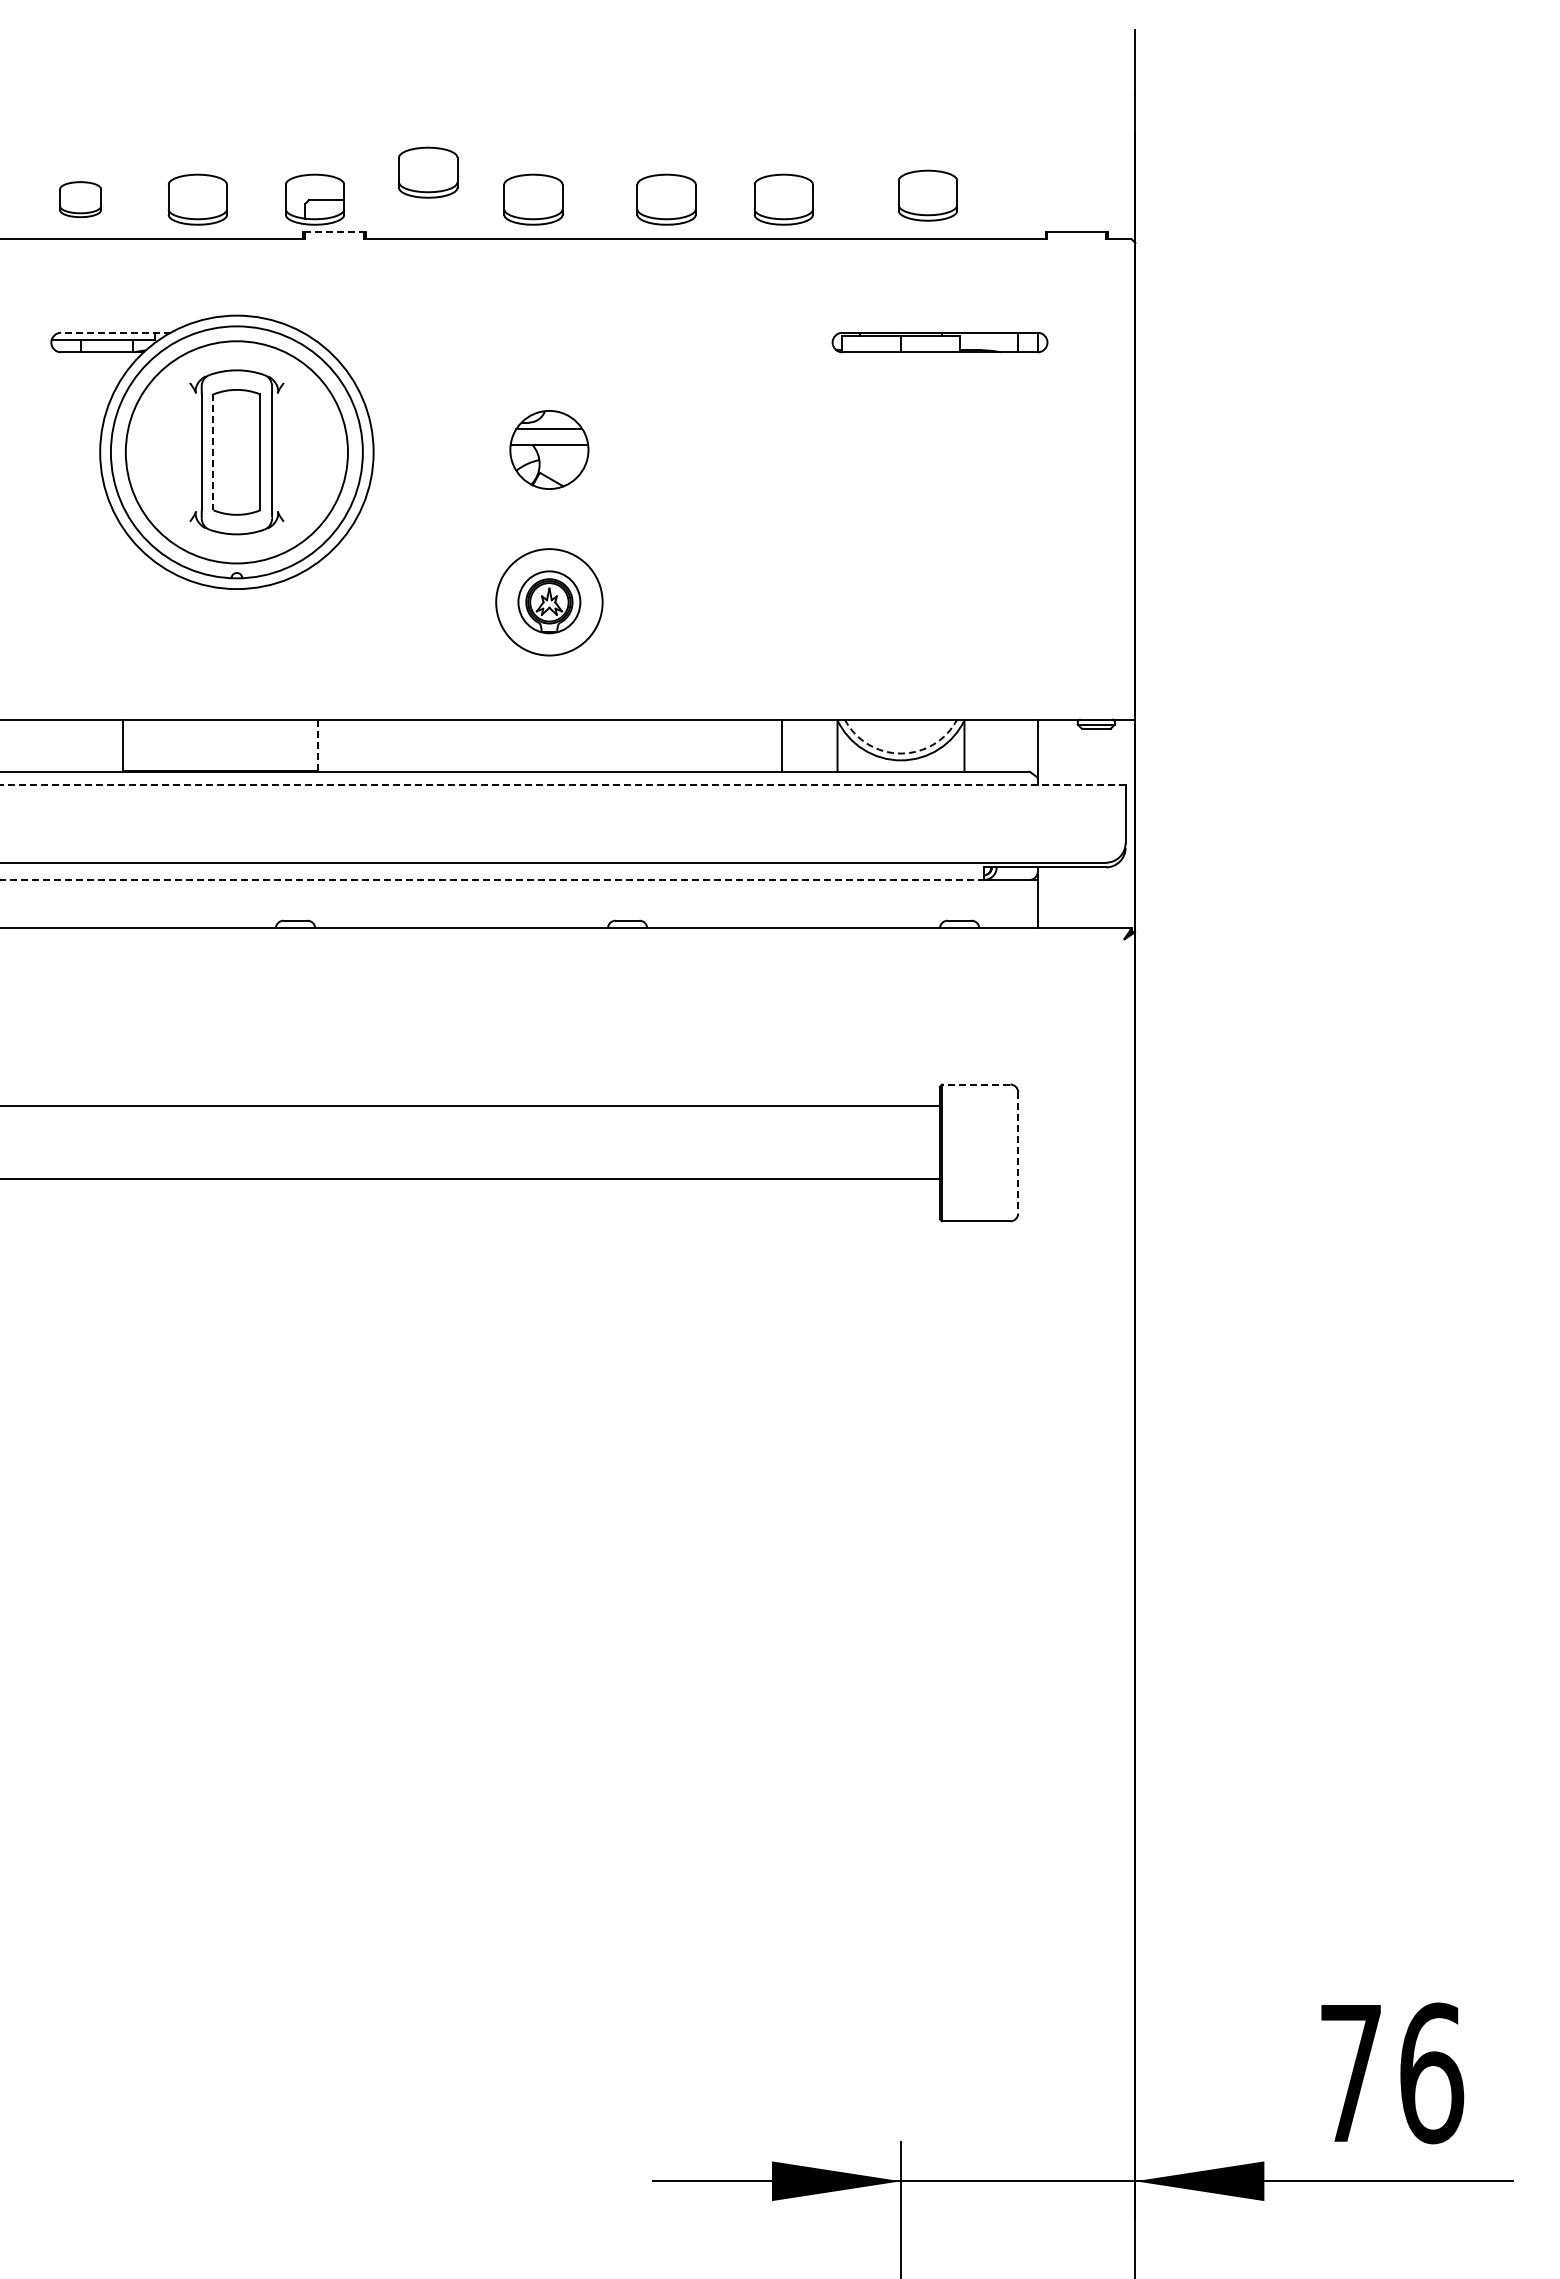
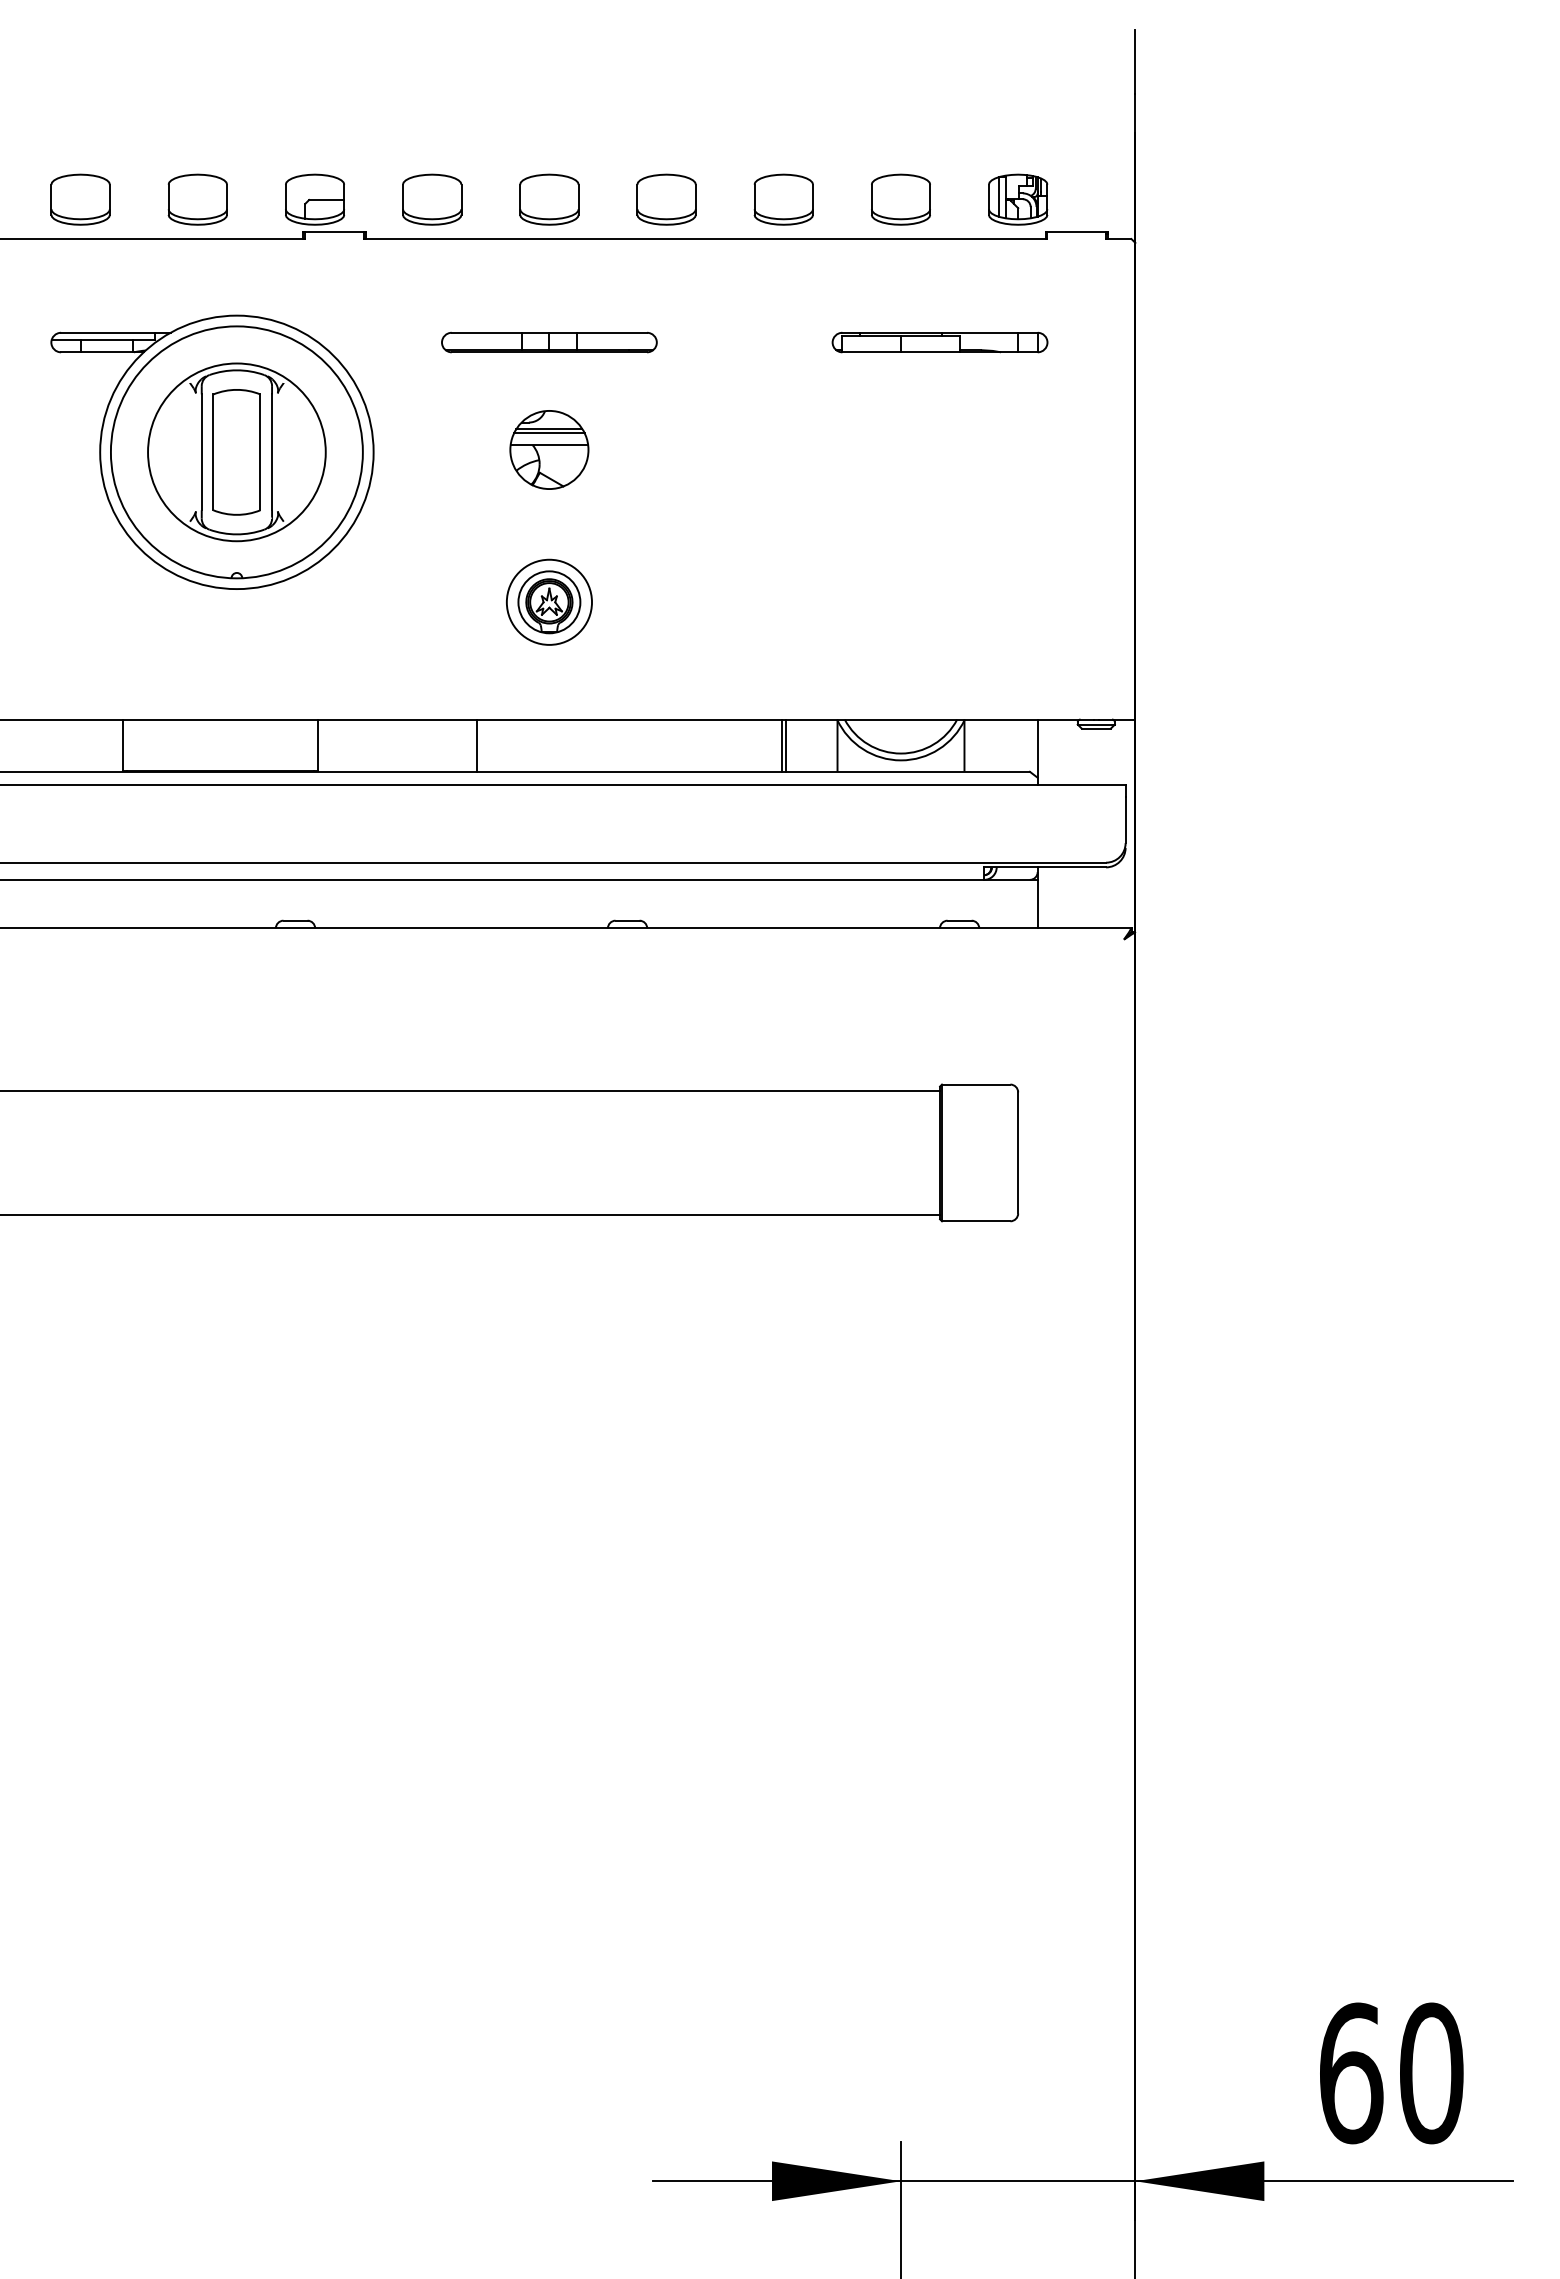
part at (428, 172) position: (428, 172) -> (432, 199)
part at (927, 195) position: (927, 195) -> (900, 199)
part at (80, 199) size: 43x38 px -> 61x53 px
part at (533, 199) position: (533, 199) -> (549, 199)
part at (1018, 199): none -> present
line at (334, 232): dashed -> solid
line at (115, 332): dashed -> solid
part at (549, 342): none -> present
line at (549, 433): none -> present
line at (213, 452): dashed -> solid
circle at (236, 452) diameter: 222 px -> 178 px
circle at (549, 602) diameter: 106 px -> 85 px
line at (318, 745): dashed -> solid
line at (477, 745): none -> present
line at (785, 745): none -> present
arc at (900, 753): dashed -> solid
line at (562, 784): dashed -> solid
line at (492, 879): dashed -> solid
line at (975, 1084): dashed -> solid
line at (471, 1105) position: (471, 1105) -> (471, 1090)
line at (1018, 1152): dashed -> solid
line at (471, 1178) position: (471, 1178) -> (471, 1214)
text at (1392, 2073): 76 -> 60
